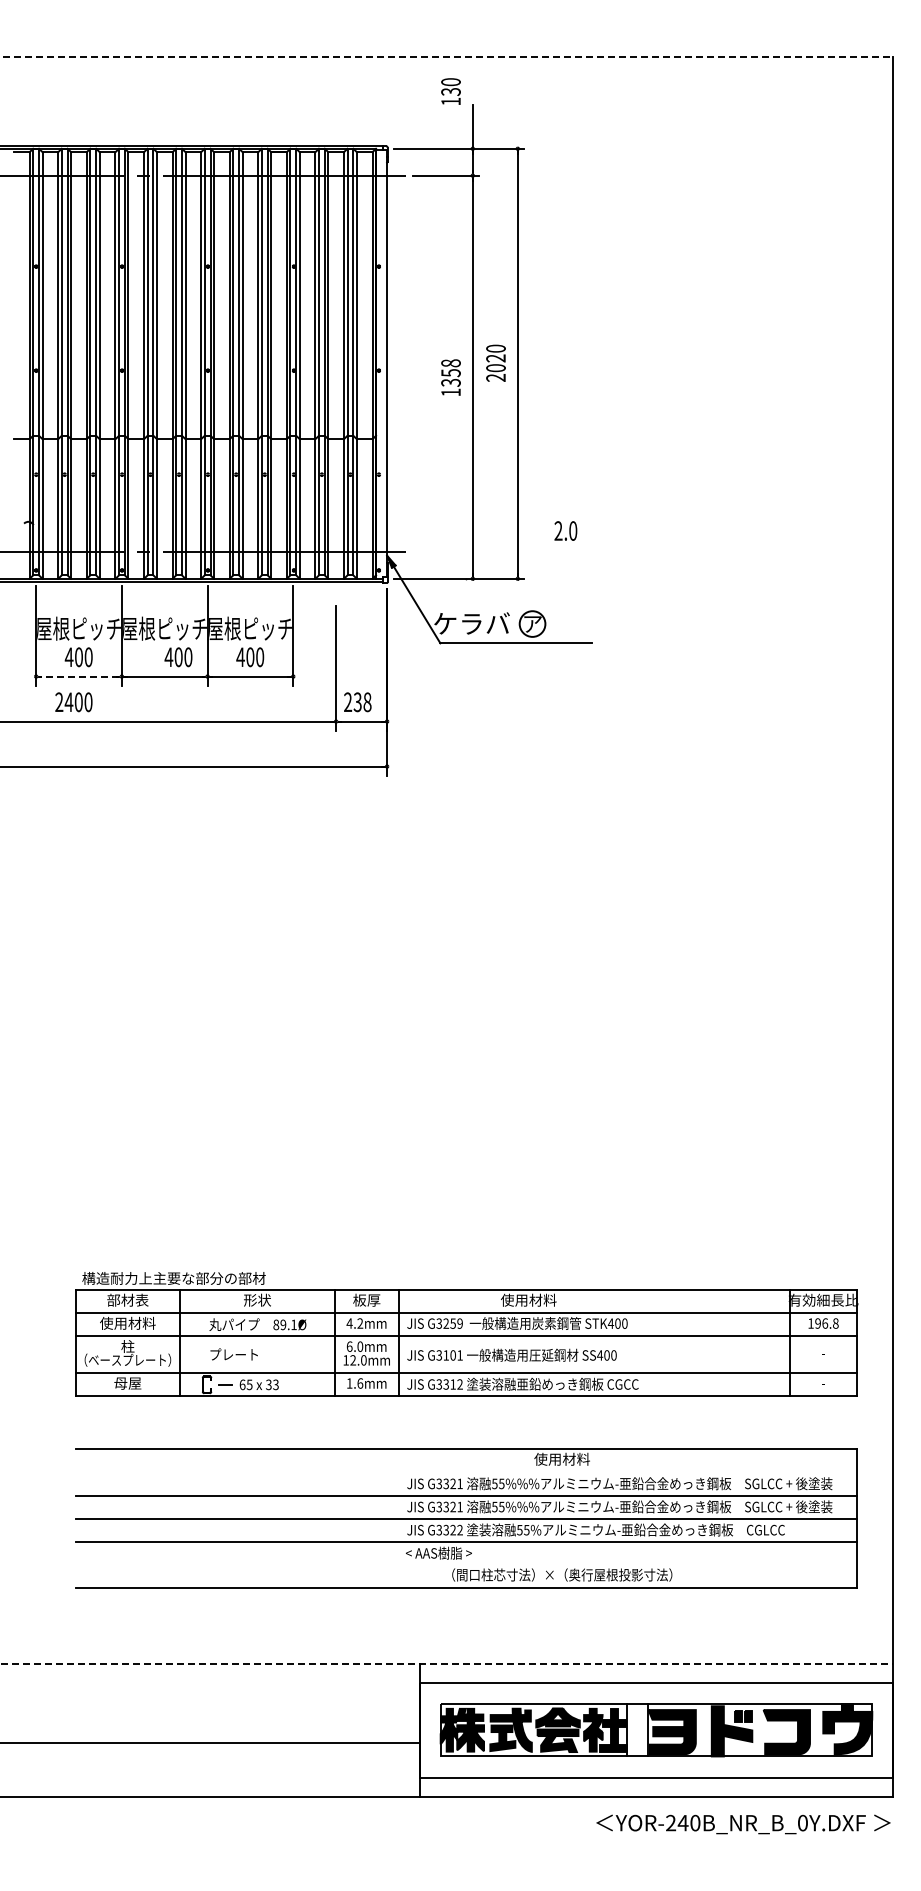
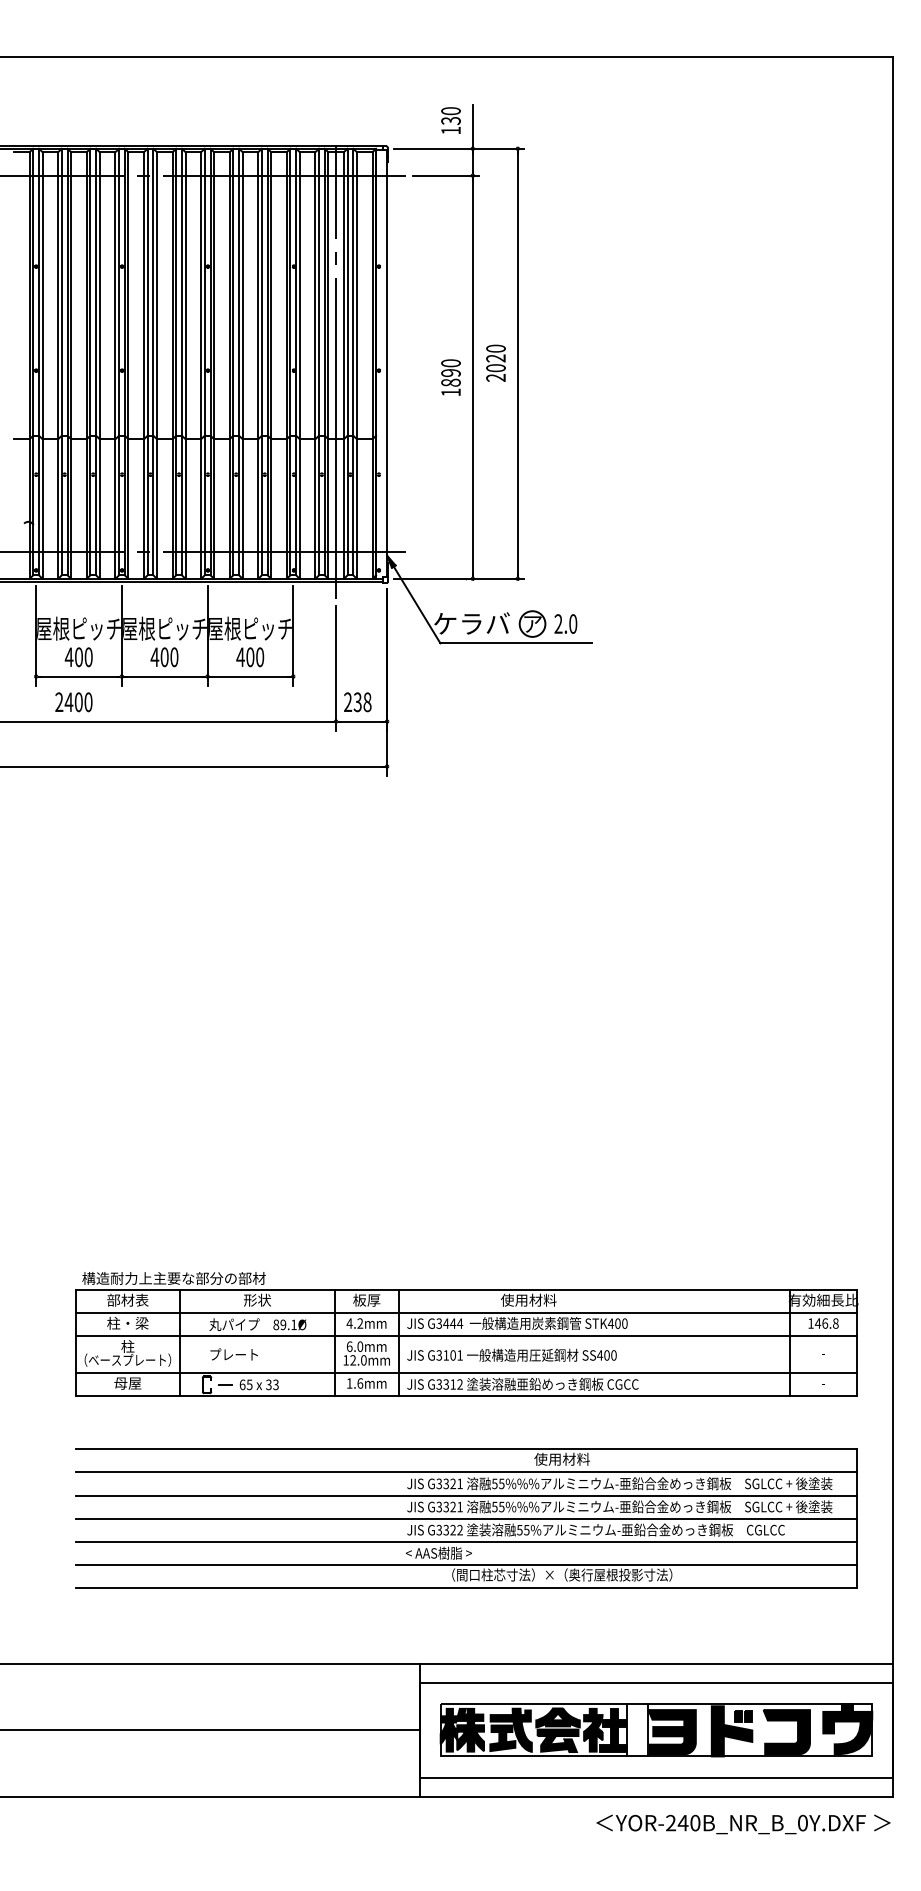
line at (447, 56): dashed -> solid
text at (450, 91) position: (450, 91) -> (450, 120)
line at (336, 372): none -> present
text at (450, 372): 1358 -> 1890
text at (565, 530) position: (565, 530) -> (565, 623)
text at (178, 657) position: (178, 657) -> (164, 657)
line at (79, 676): dashed -> solid
text at (127, 1322): 使用材料 -> 柱・梁
text at (453, 1323): G3259 -> G3444
text at (817, 1323): 196.8 -> 146.8
line at (465, 1472): none -> present
line at (465, 1564): none -> present
line at (447, 1663): dashed -> solid
line at (210, 1743) position: (210, 1743) -> (210, 1730)
